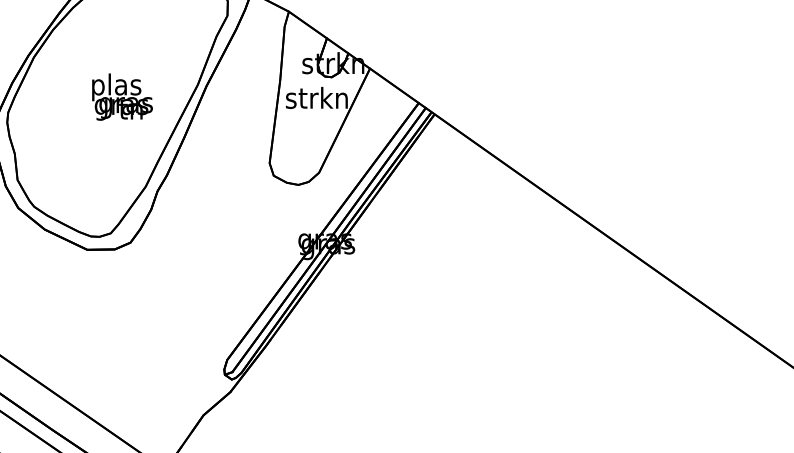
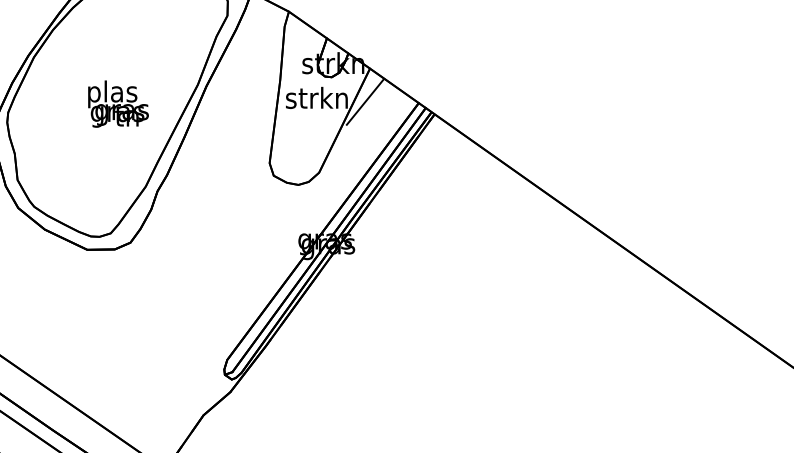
text at (122, 96) position: (122, 96) -> (118, 103)
line at (365, 101): none -> present
